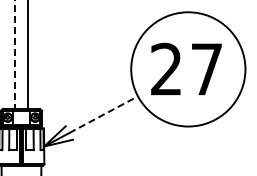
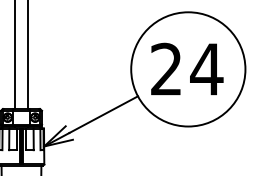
line at (15, 55): dashed -> solid
text at (206, 69): 27 -> 24
line at (103, 114): dashed -> solid
